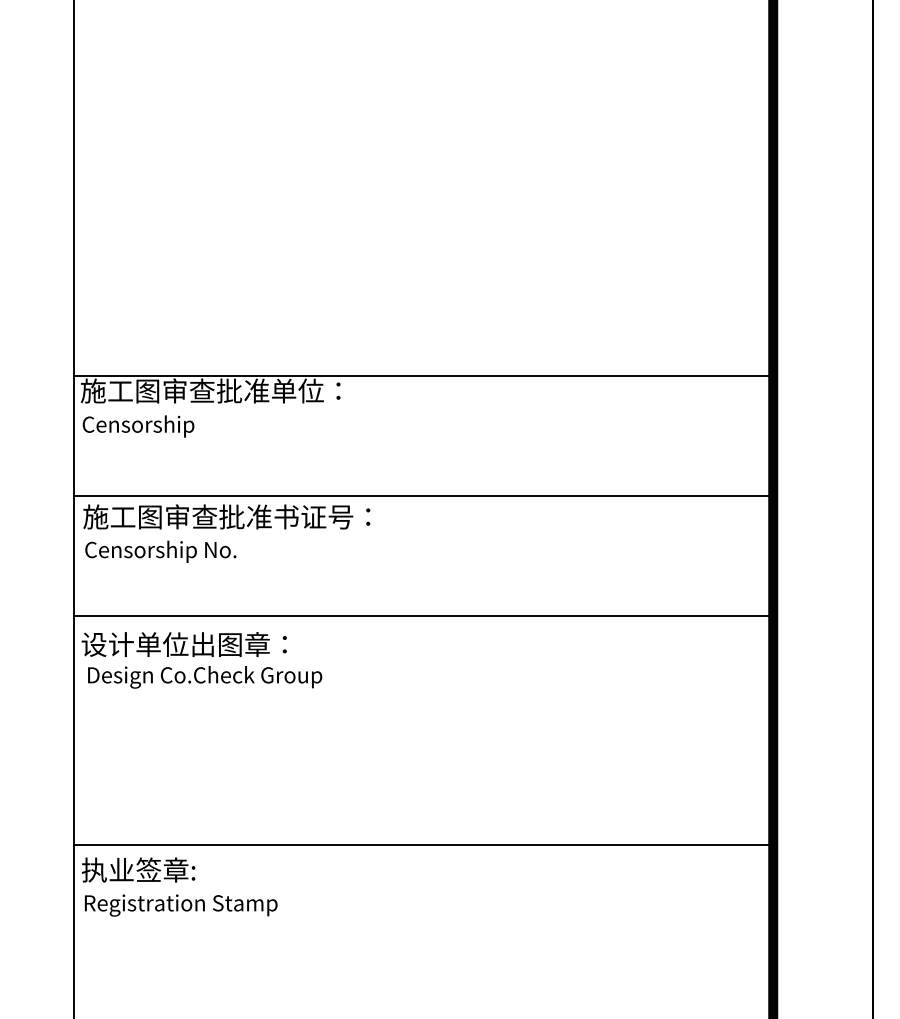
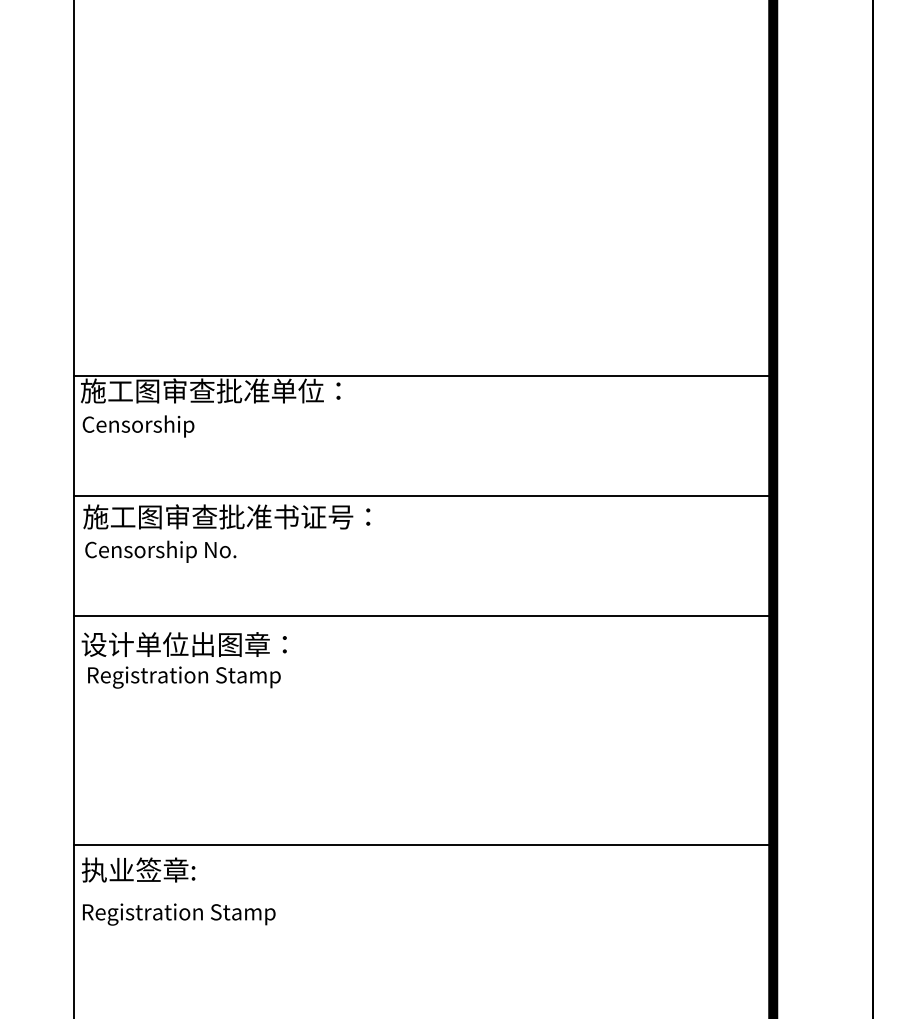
text at (206, 677): Design Co.Check Group -> Registration Stamp
text at (181, 905) position: (181, 905) -> (179, 914)
